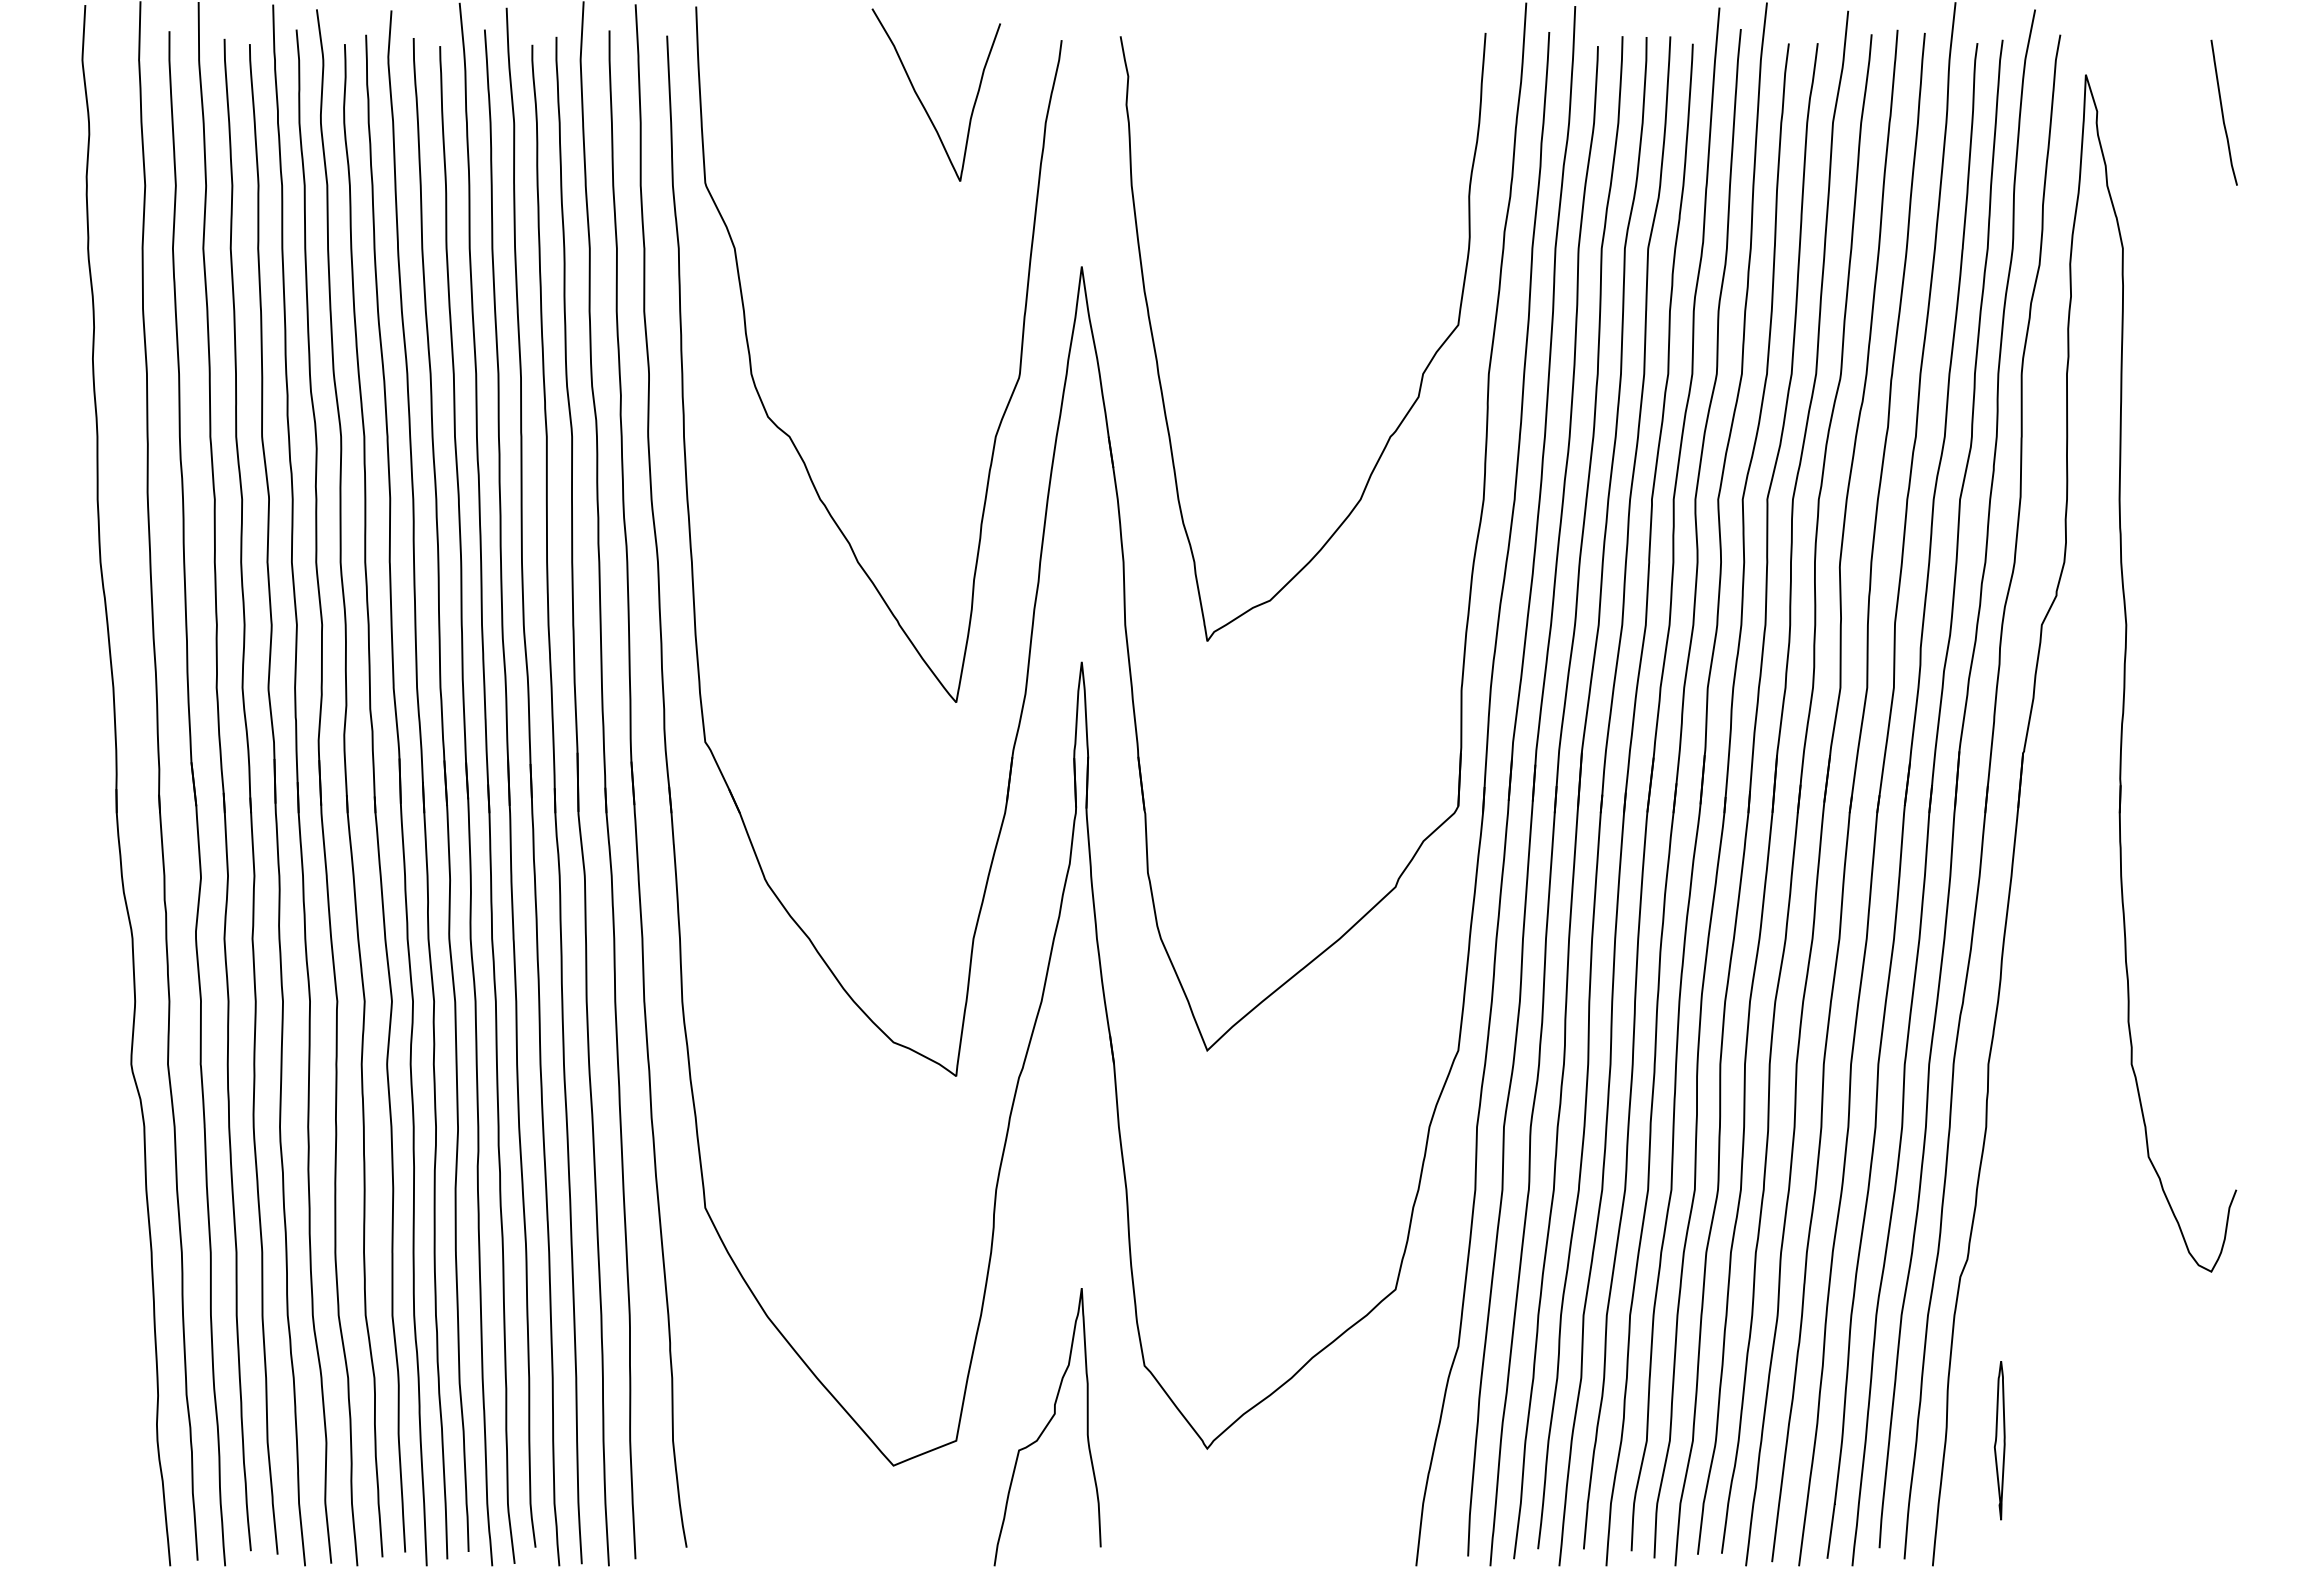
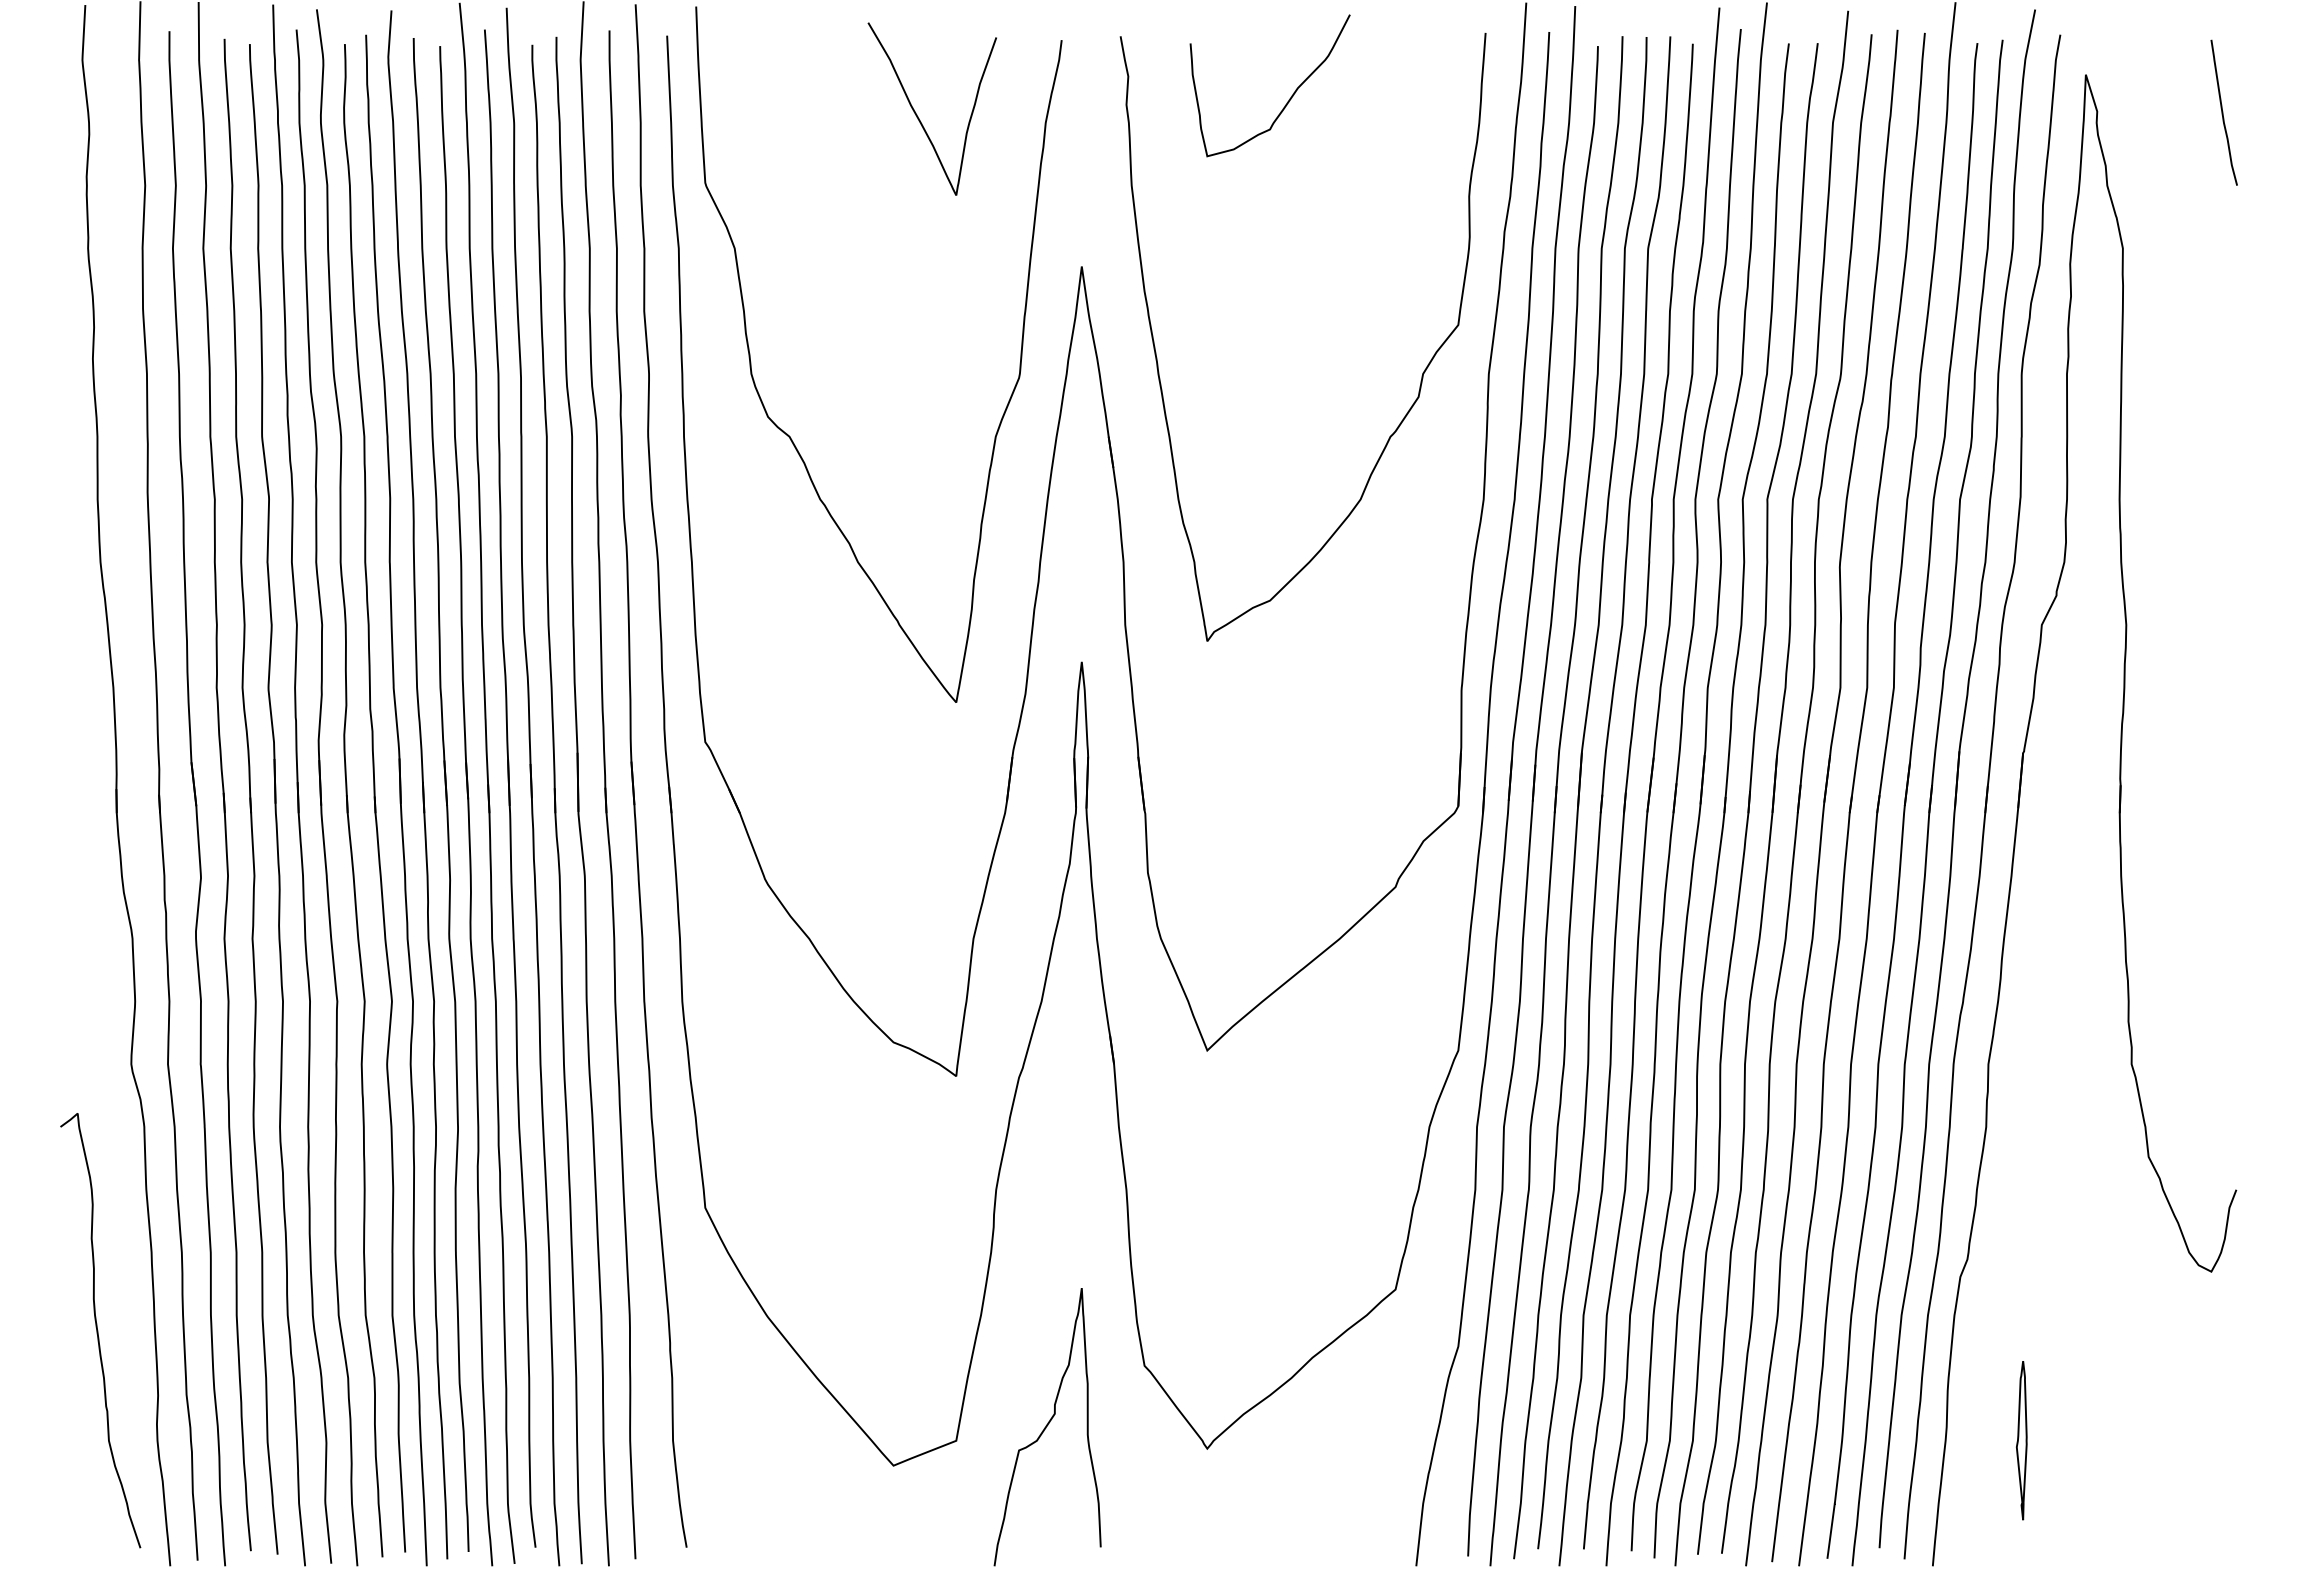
curve at (1289, 98): none -> present
curve at (921, 100) position: (921, 100) -> (917, 114)
curve at (98, 1330): none -> present
part at (1999, 1440) position: (1999, 1440) -> (2021, 1440)
